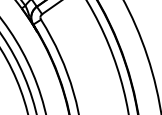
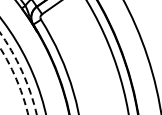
arc at (22, 72): solid -> dashed
arc at (16, 79): solid -> dashed
